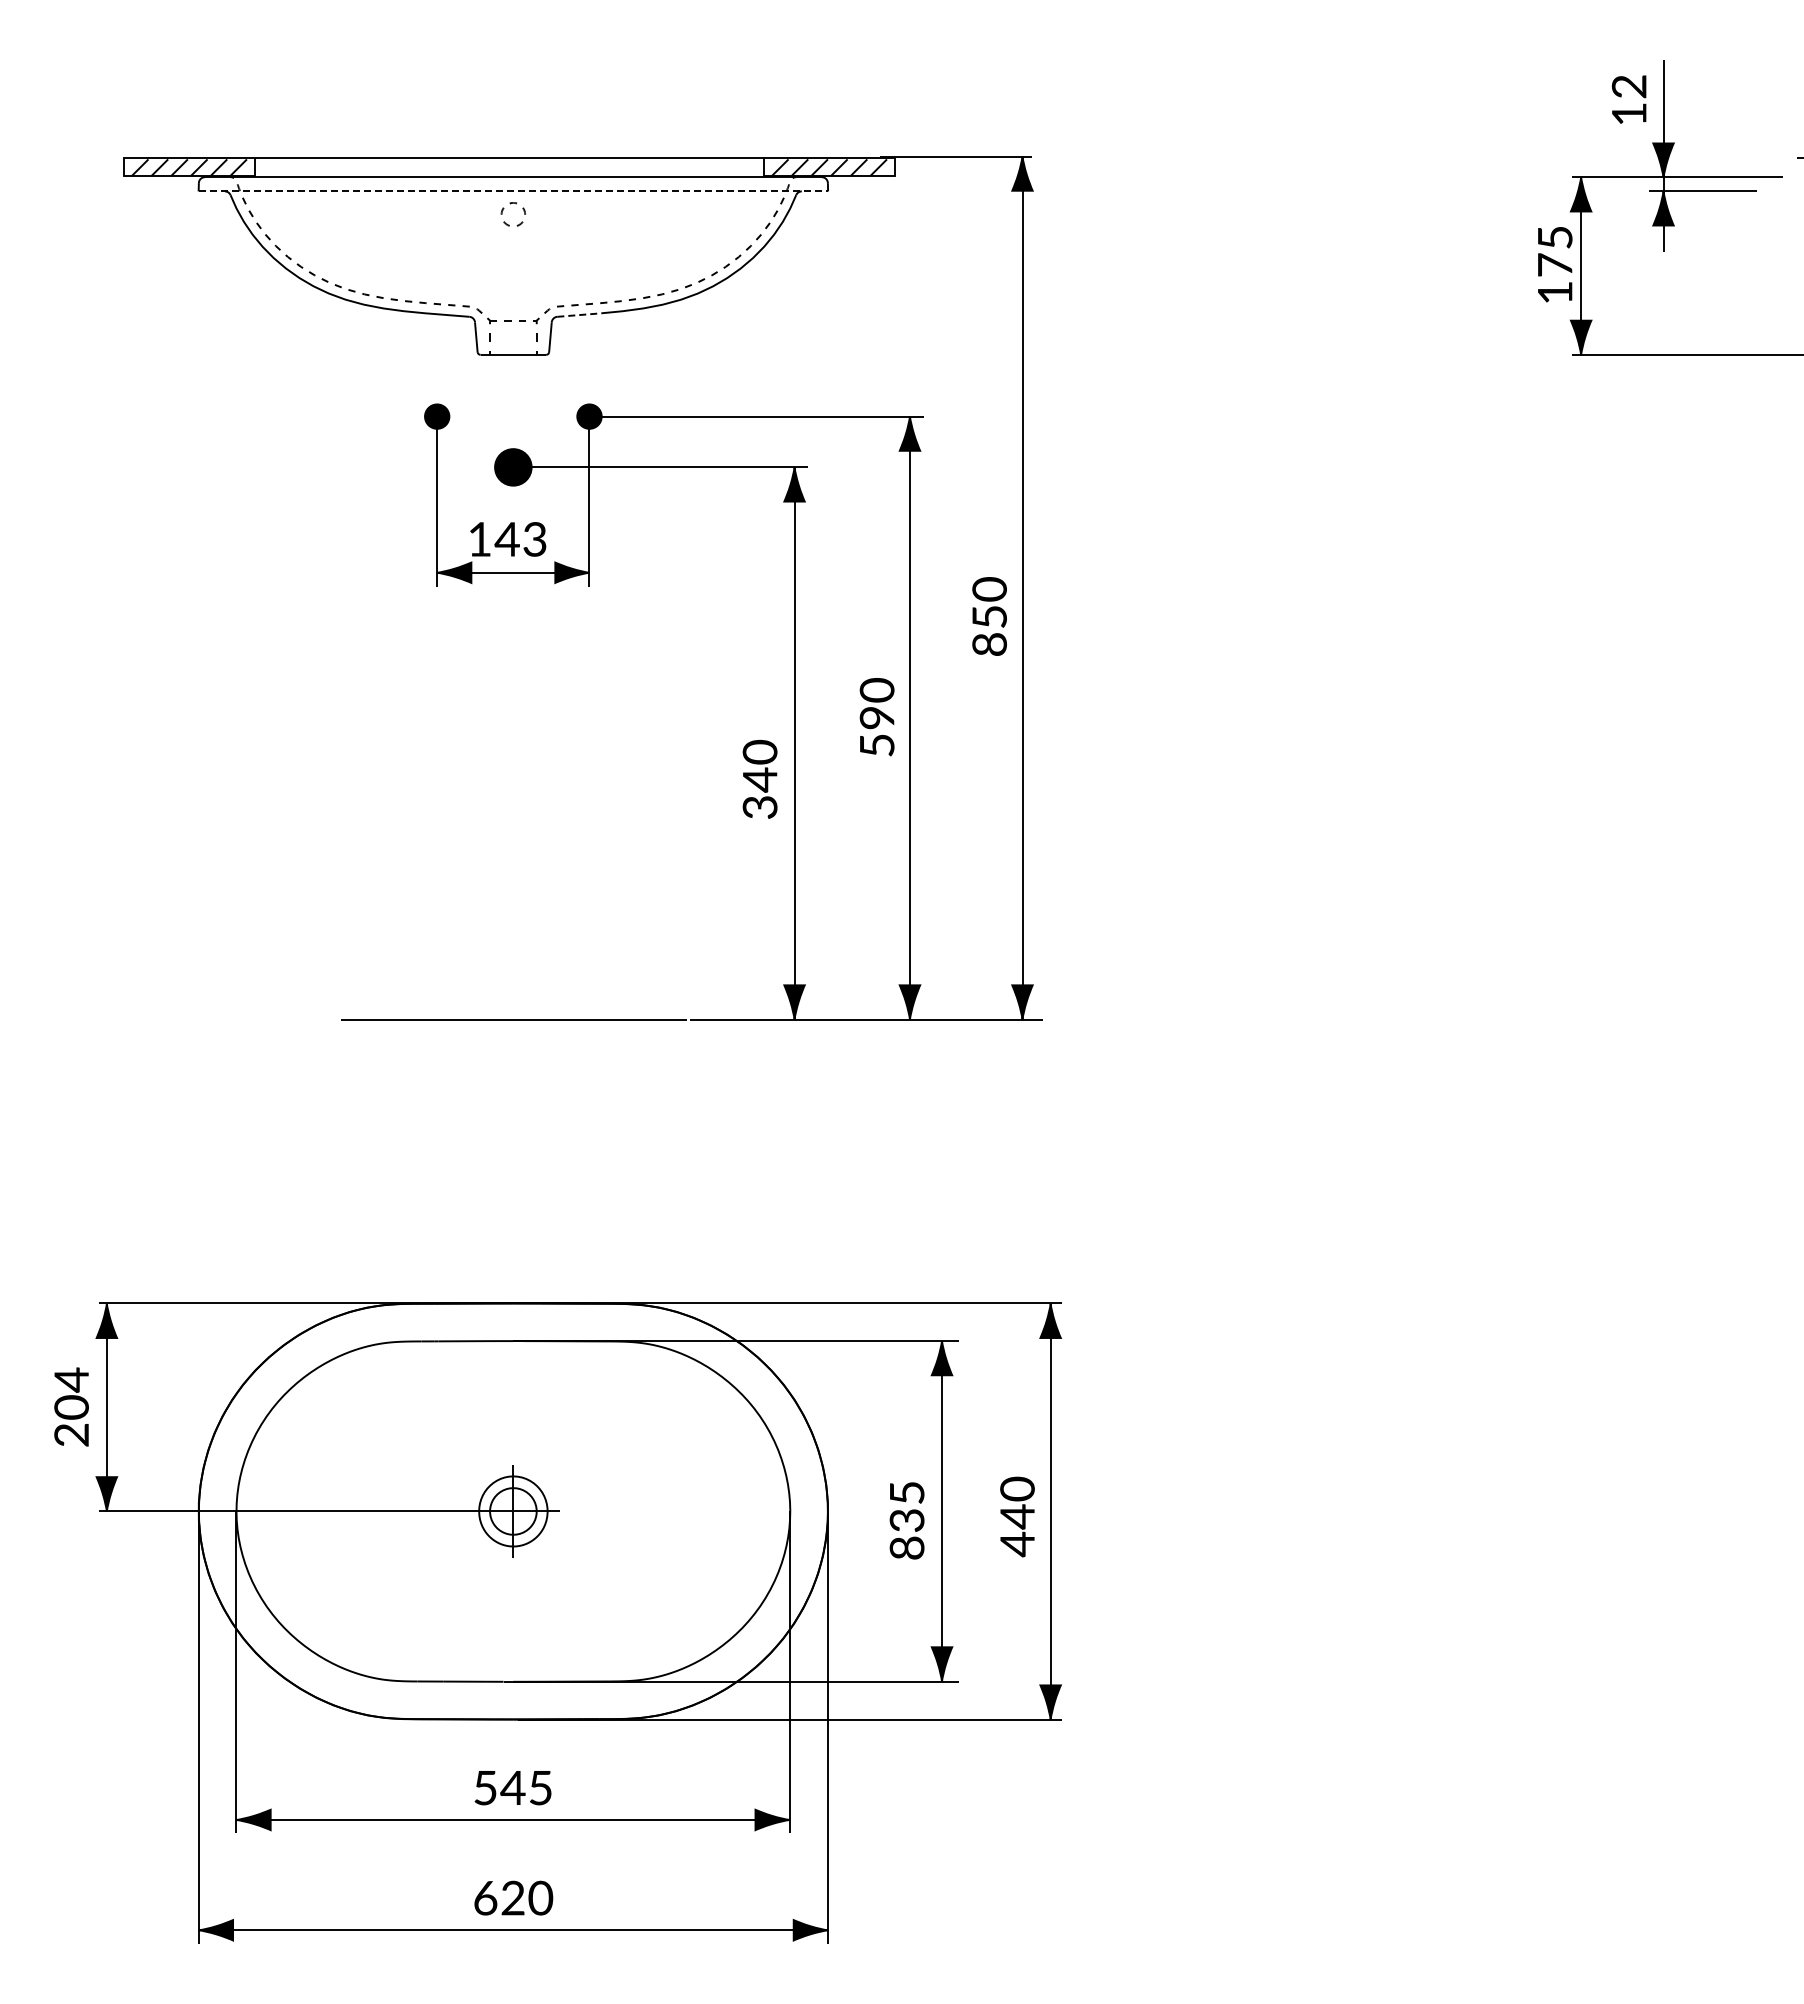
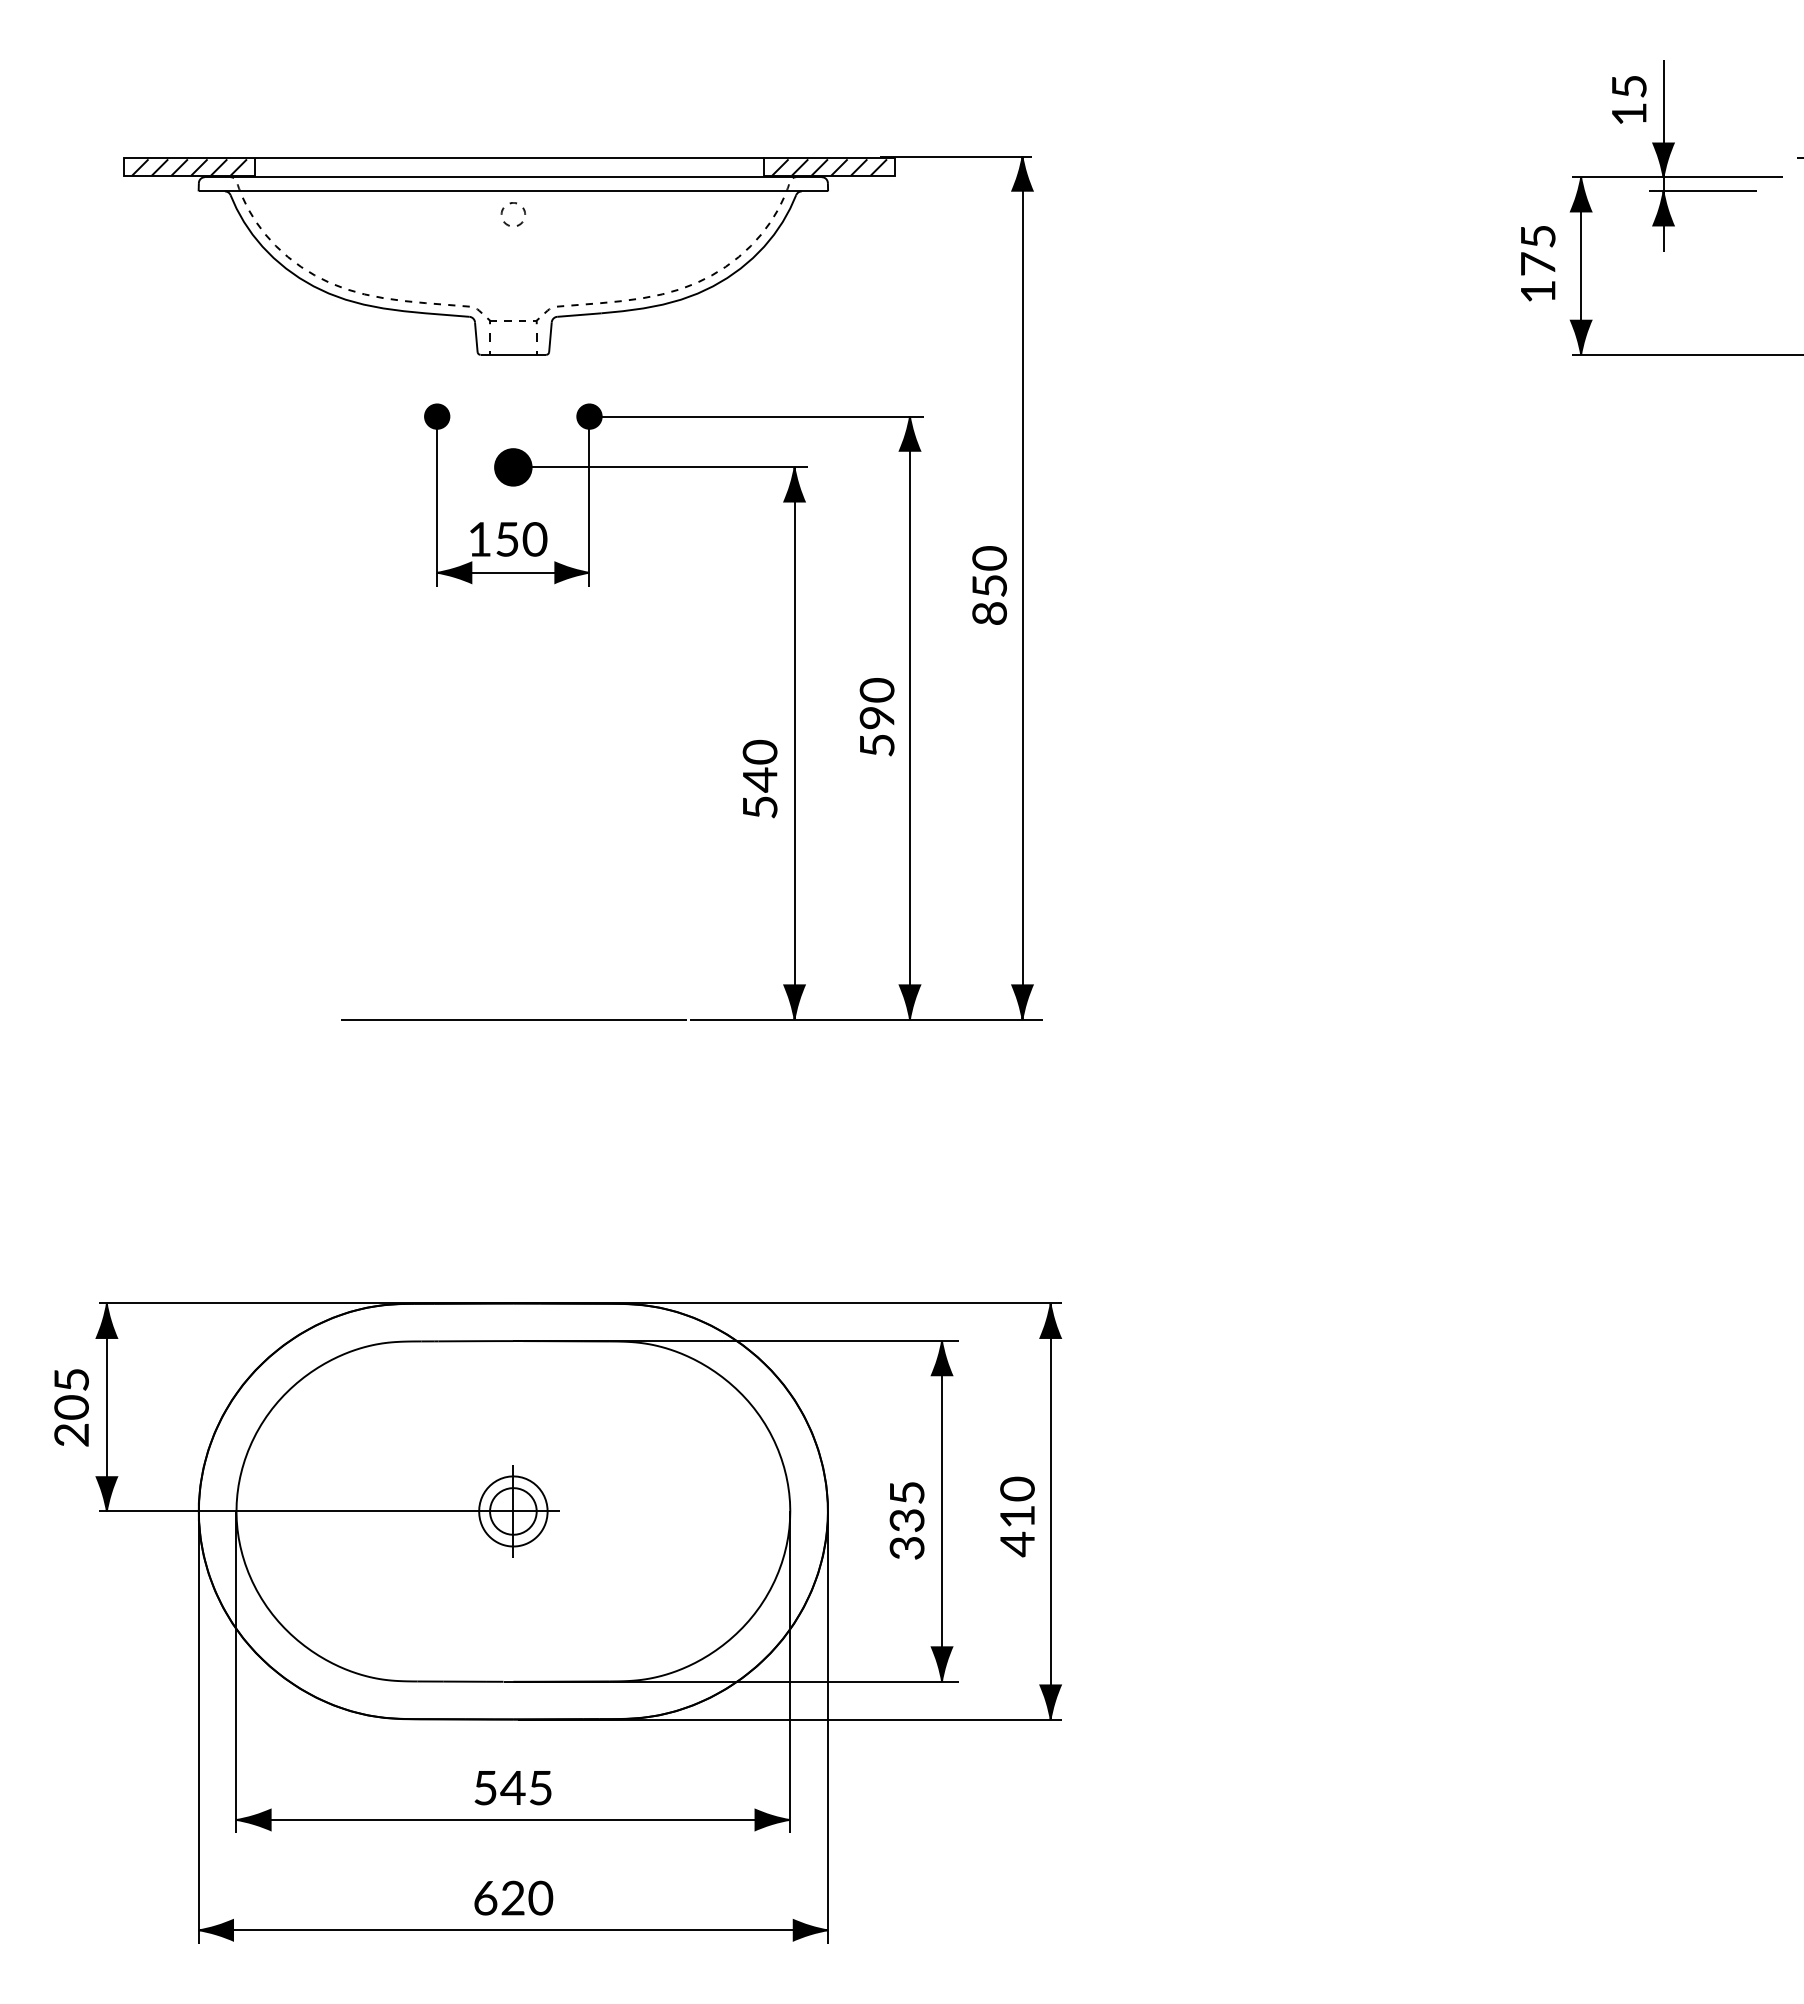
text at (1628, 86): 12 -> 15
line at (513, 191): dashed -> solid
text at (1555, 264) position: (1555, 264) -> (1538, 263)
line at (579, 315): dashed -> solid
text at (520, 539): 143 -> 150
text at (989, 616) position: (989, 616) -> (989, 585)
text at (759, 807): 340 -> 540
text at (71, 1379): 204 -> 205
text at (1017, 1516): 440 -> 410
text at (906, 1547): 835 -> 335
